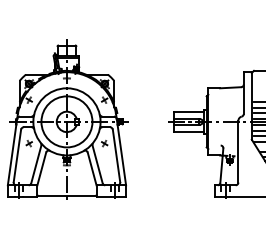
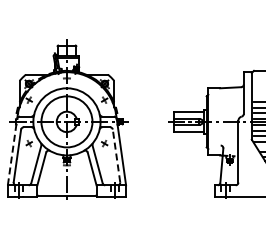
line at (12, 152): solid -> dashed
line at (116, 155): solid -> dashed
